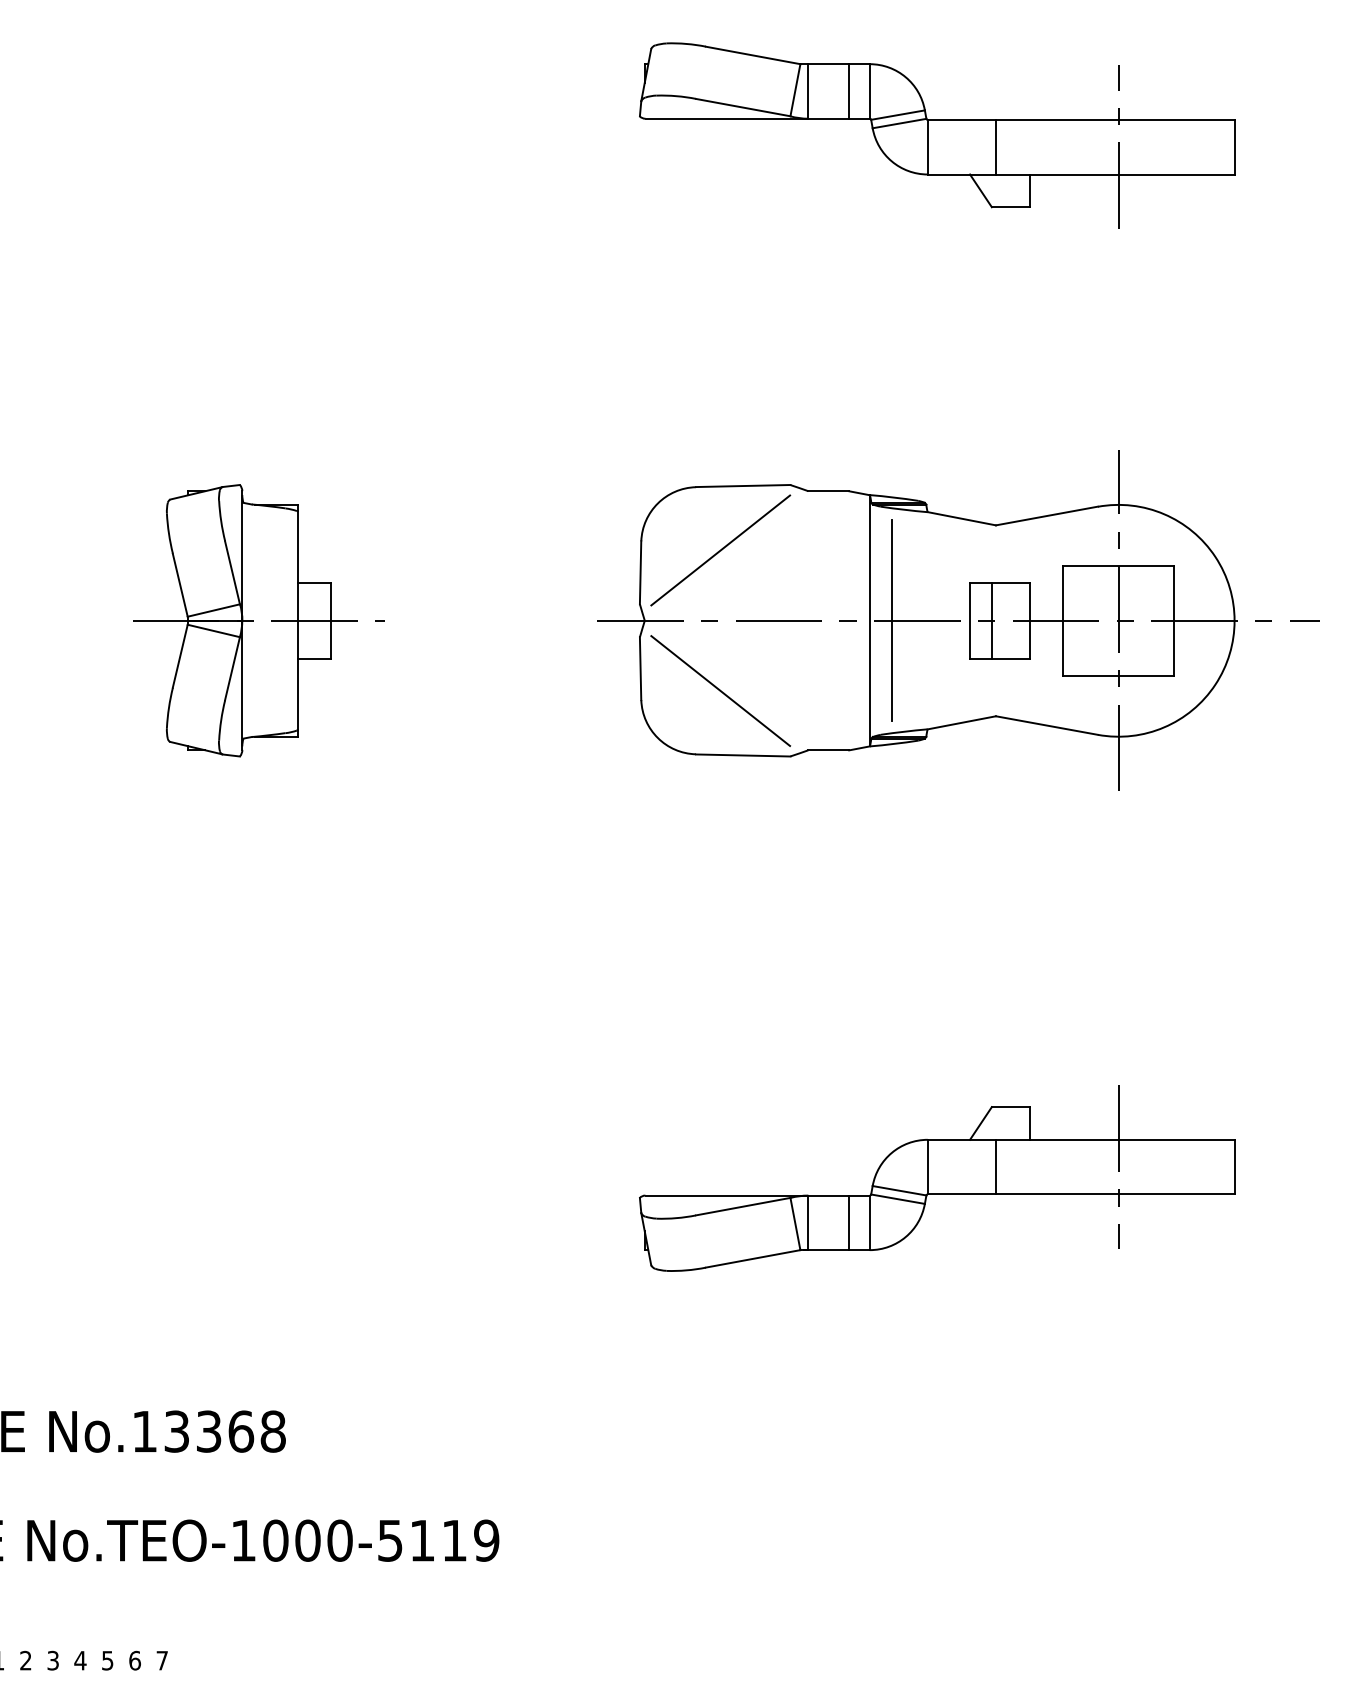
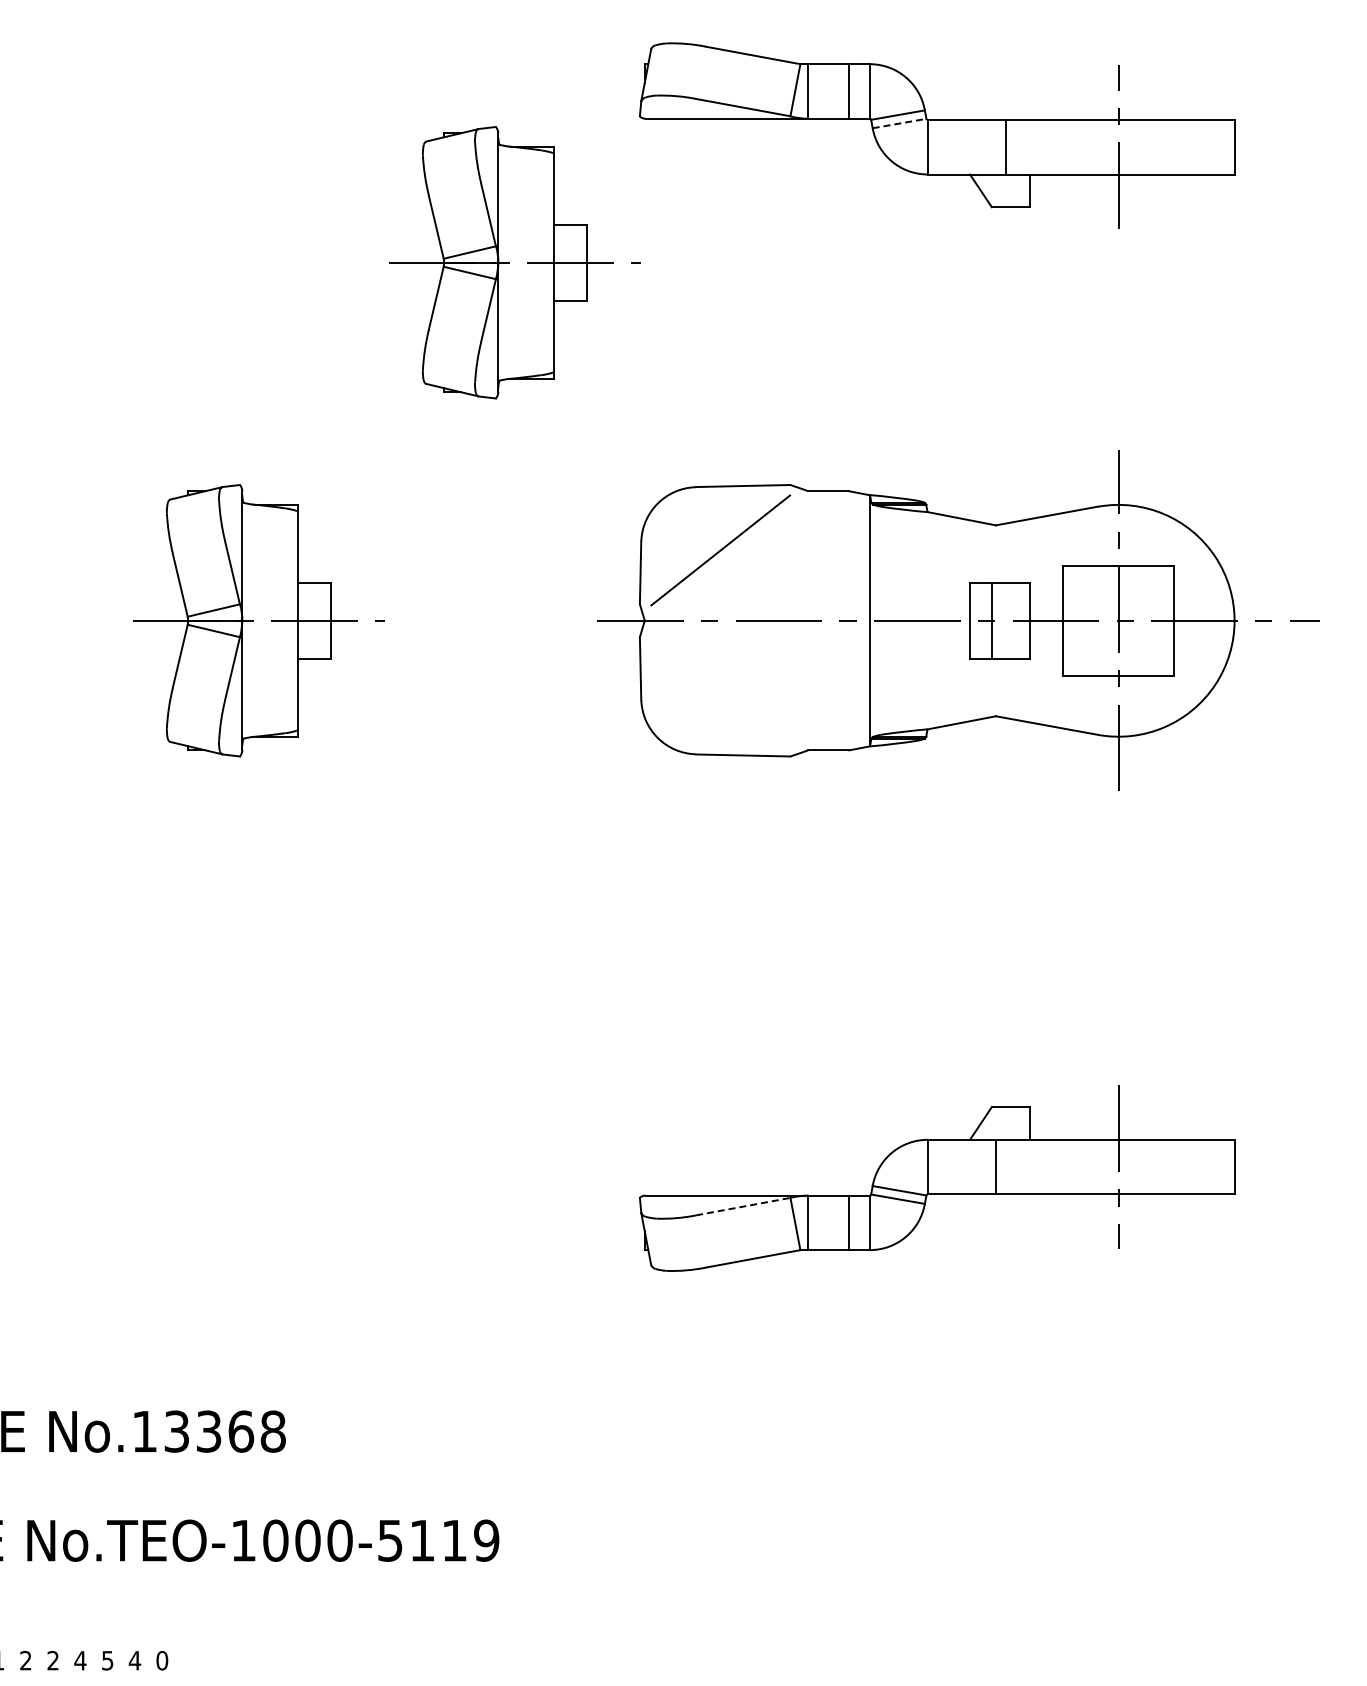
line at (900, 123): solid -> dashed
line at (995, 146) position: (995, 146) -> (1005, 146)
part at (514, 262): none -> present
line at (891, 620): present -> none
line at (720, 691): present -> none
line at (743, 1206): solid -> dashed
text at (52, 1660): 3 -> 2
text at (134, 1660): 6 -> 4
text at (162, 1660): 7 -> 0
